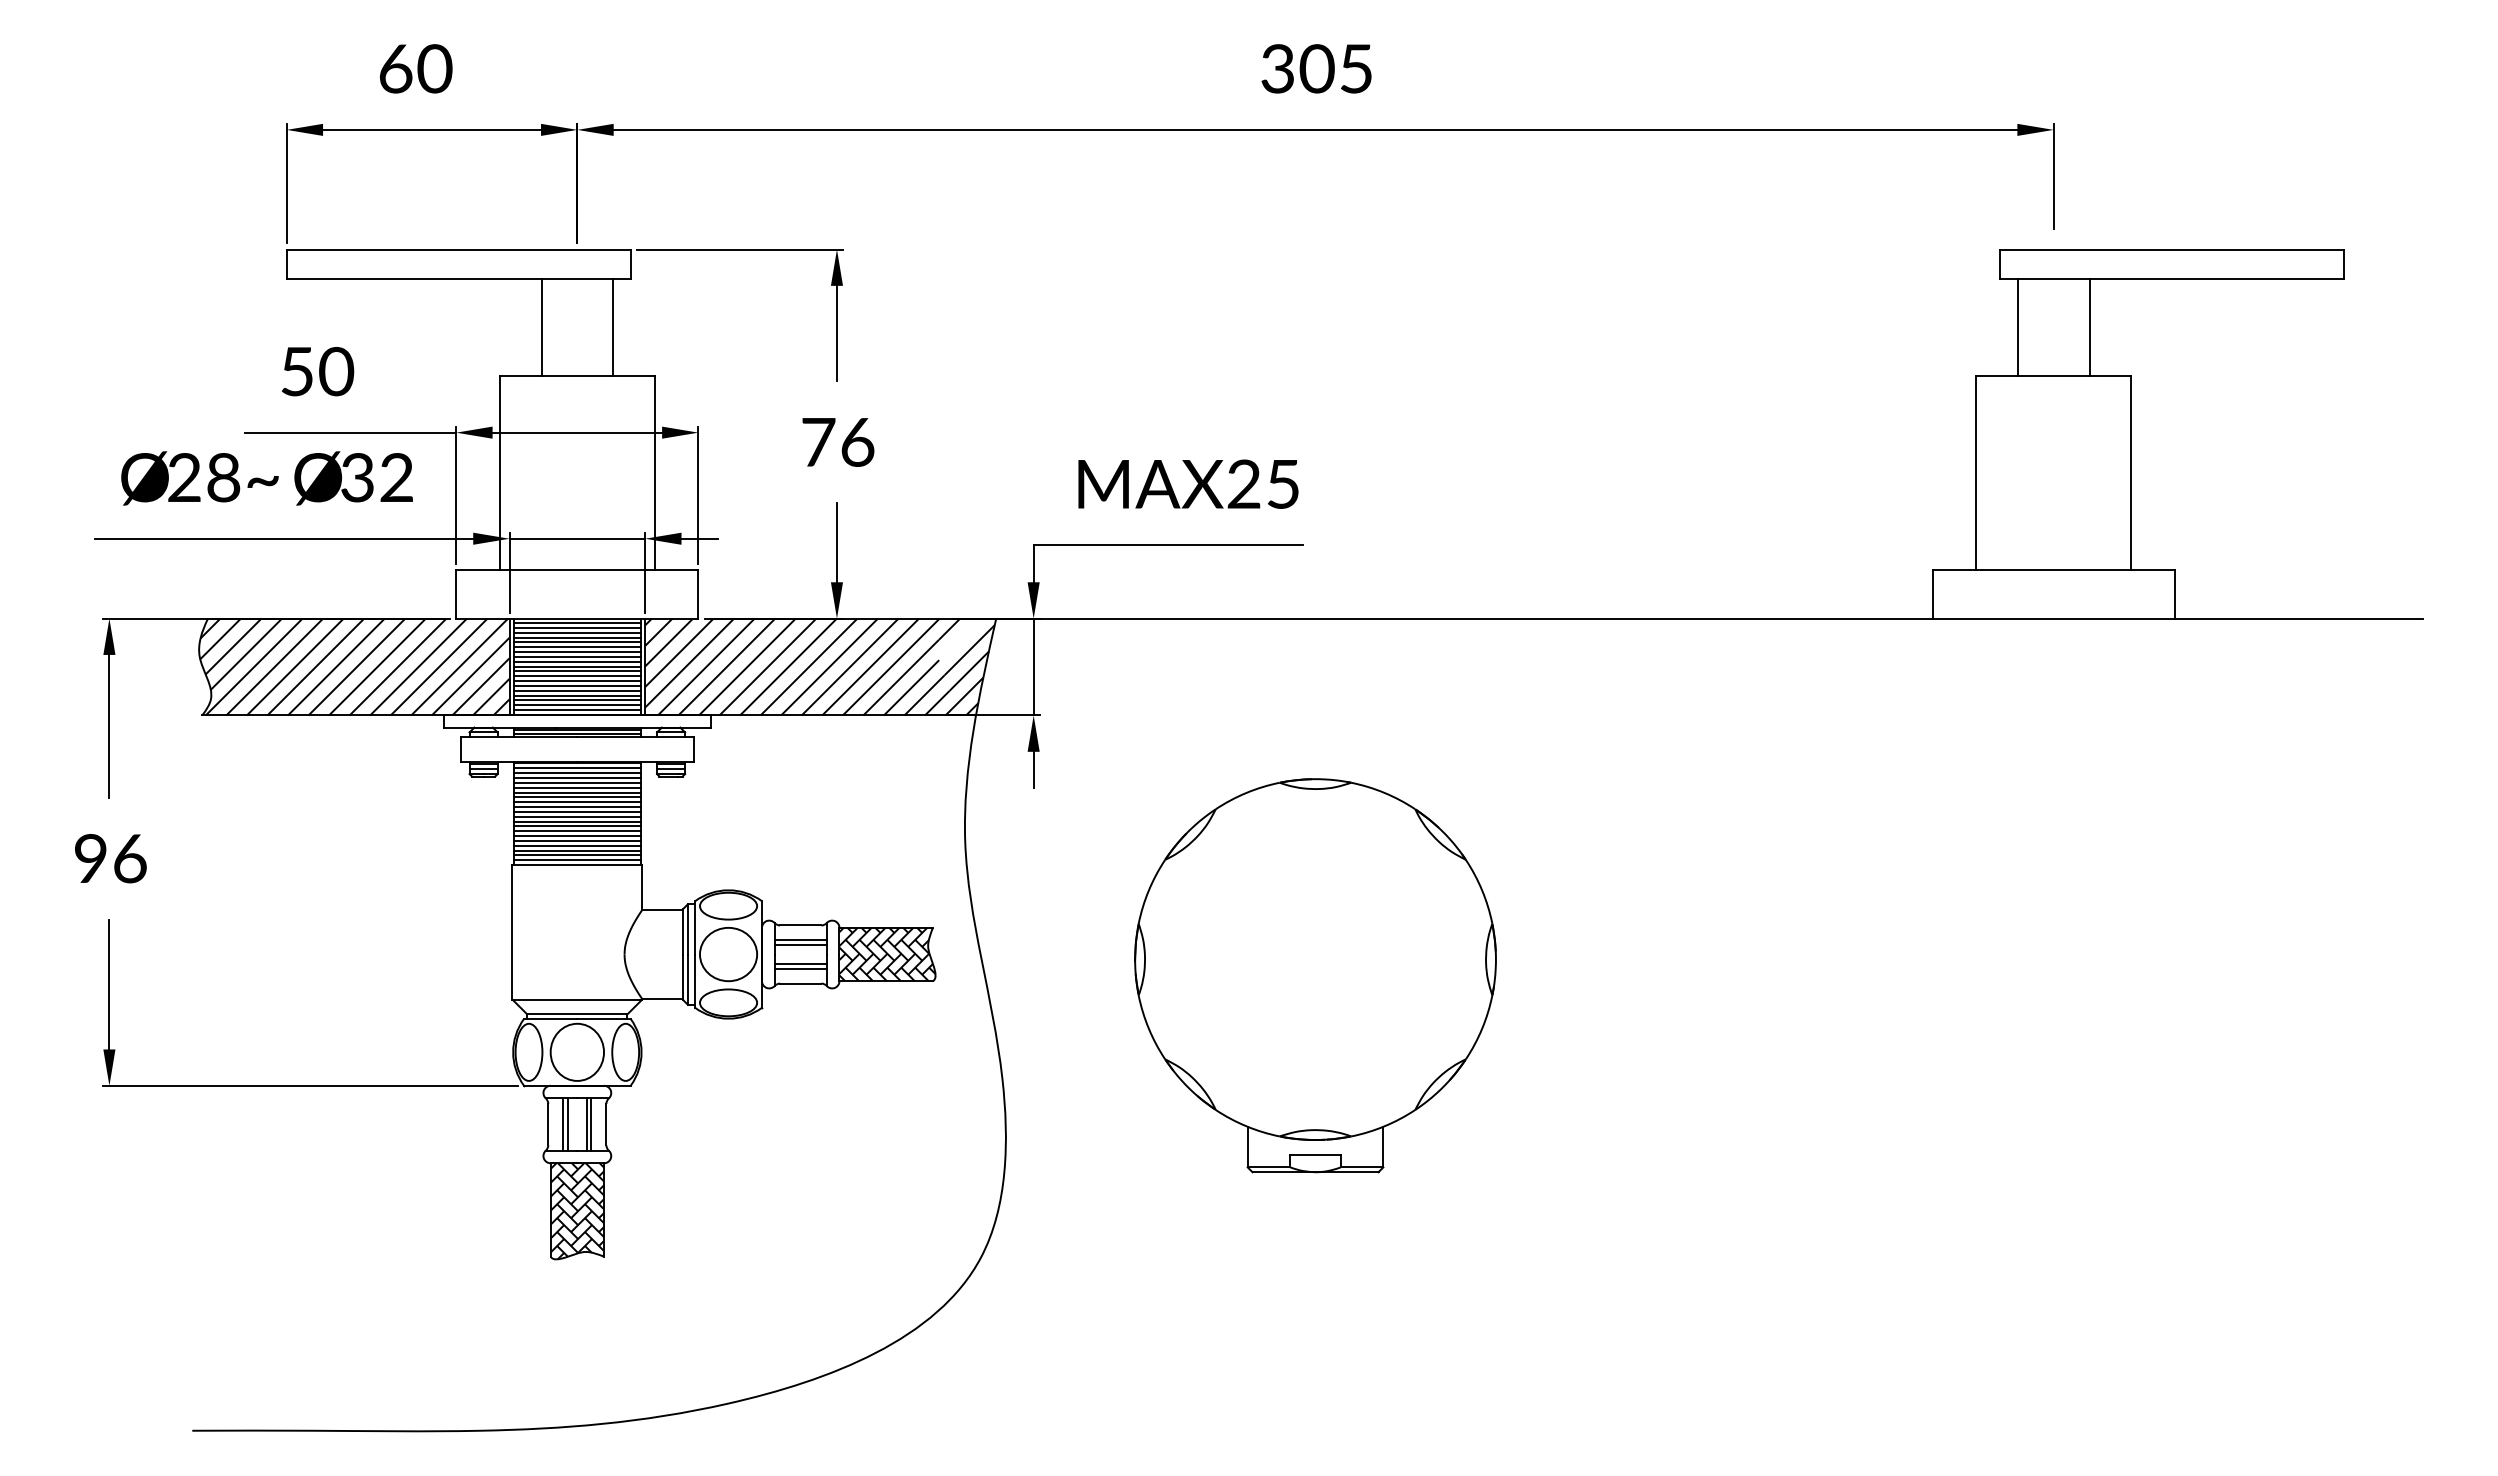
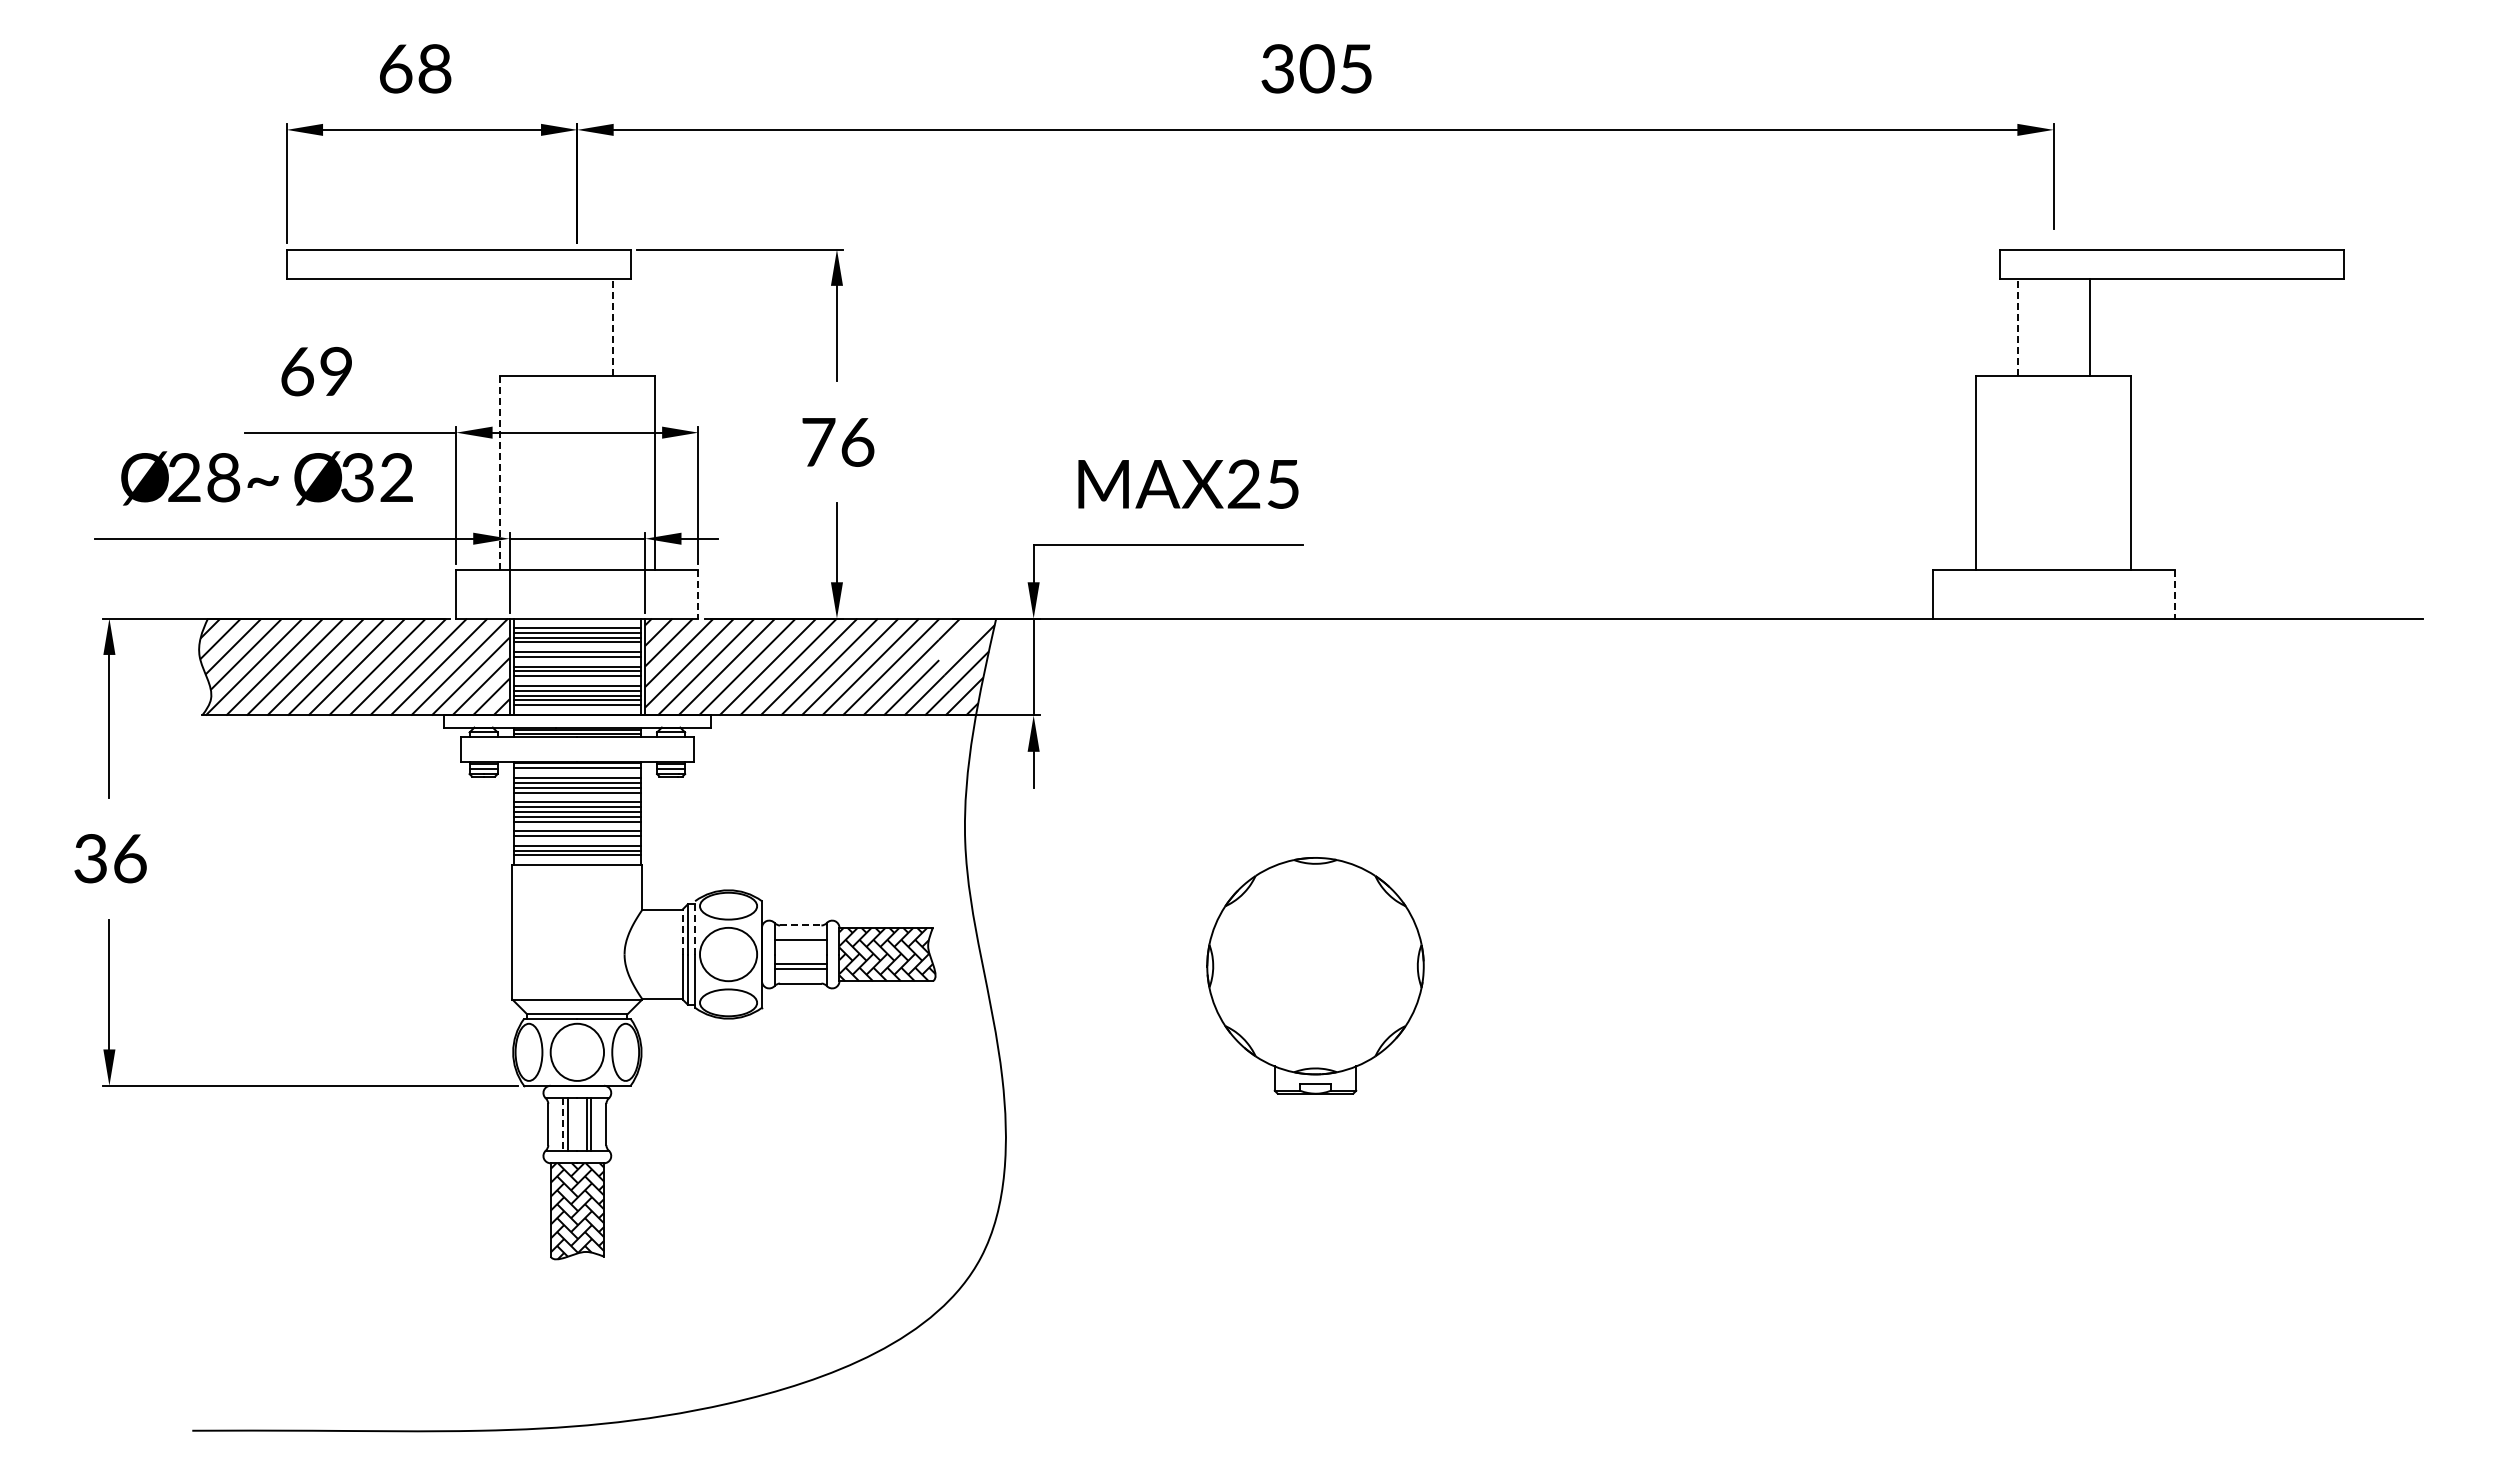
text at (434, 68): 60 -> 68
line at (541, 327): present -> none
line at (613, 327): solid -> dashed
line at (2017, 327): solid -> dashed
text at (317, 371): 50 -> 69
line at (499, 473): solid -> dashed
line at (698, 594): solid -> dashed
line at (2174, 594): solid -> dashed
line at (577, 622): present -> none
line at (577, 647): present -> none
line at (577, 661): present -> none
line at (577, 681): present -> none
line at (577, 710): present -> none
line at (577, 773): present -> none
line at (577, 797): present -> none
line at (577, 826): present -> none
line at (577, 840): present -> none
text at (90, 858): 96 -> 36
line at (577, 860): present -> none
line at (800, 925): solid -> dashed
line at (695, 927): solid -> dashed
line at (682, 931): solid -> dashed
line at (800, 945): present -> none
part at (1315, 975) size: 363x396 px -> 219x238 px
line at (563, 1125): solid -> dashed
